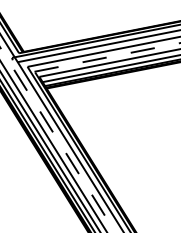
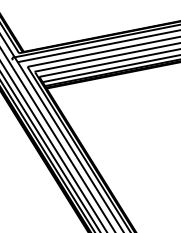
line at (108, 57): dashed -> solid
line at (57, 139): dashed -> solid
